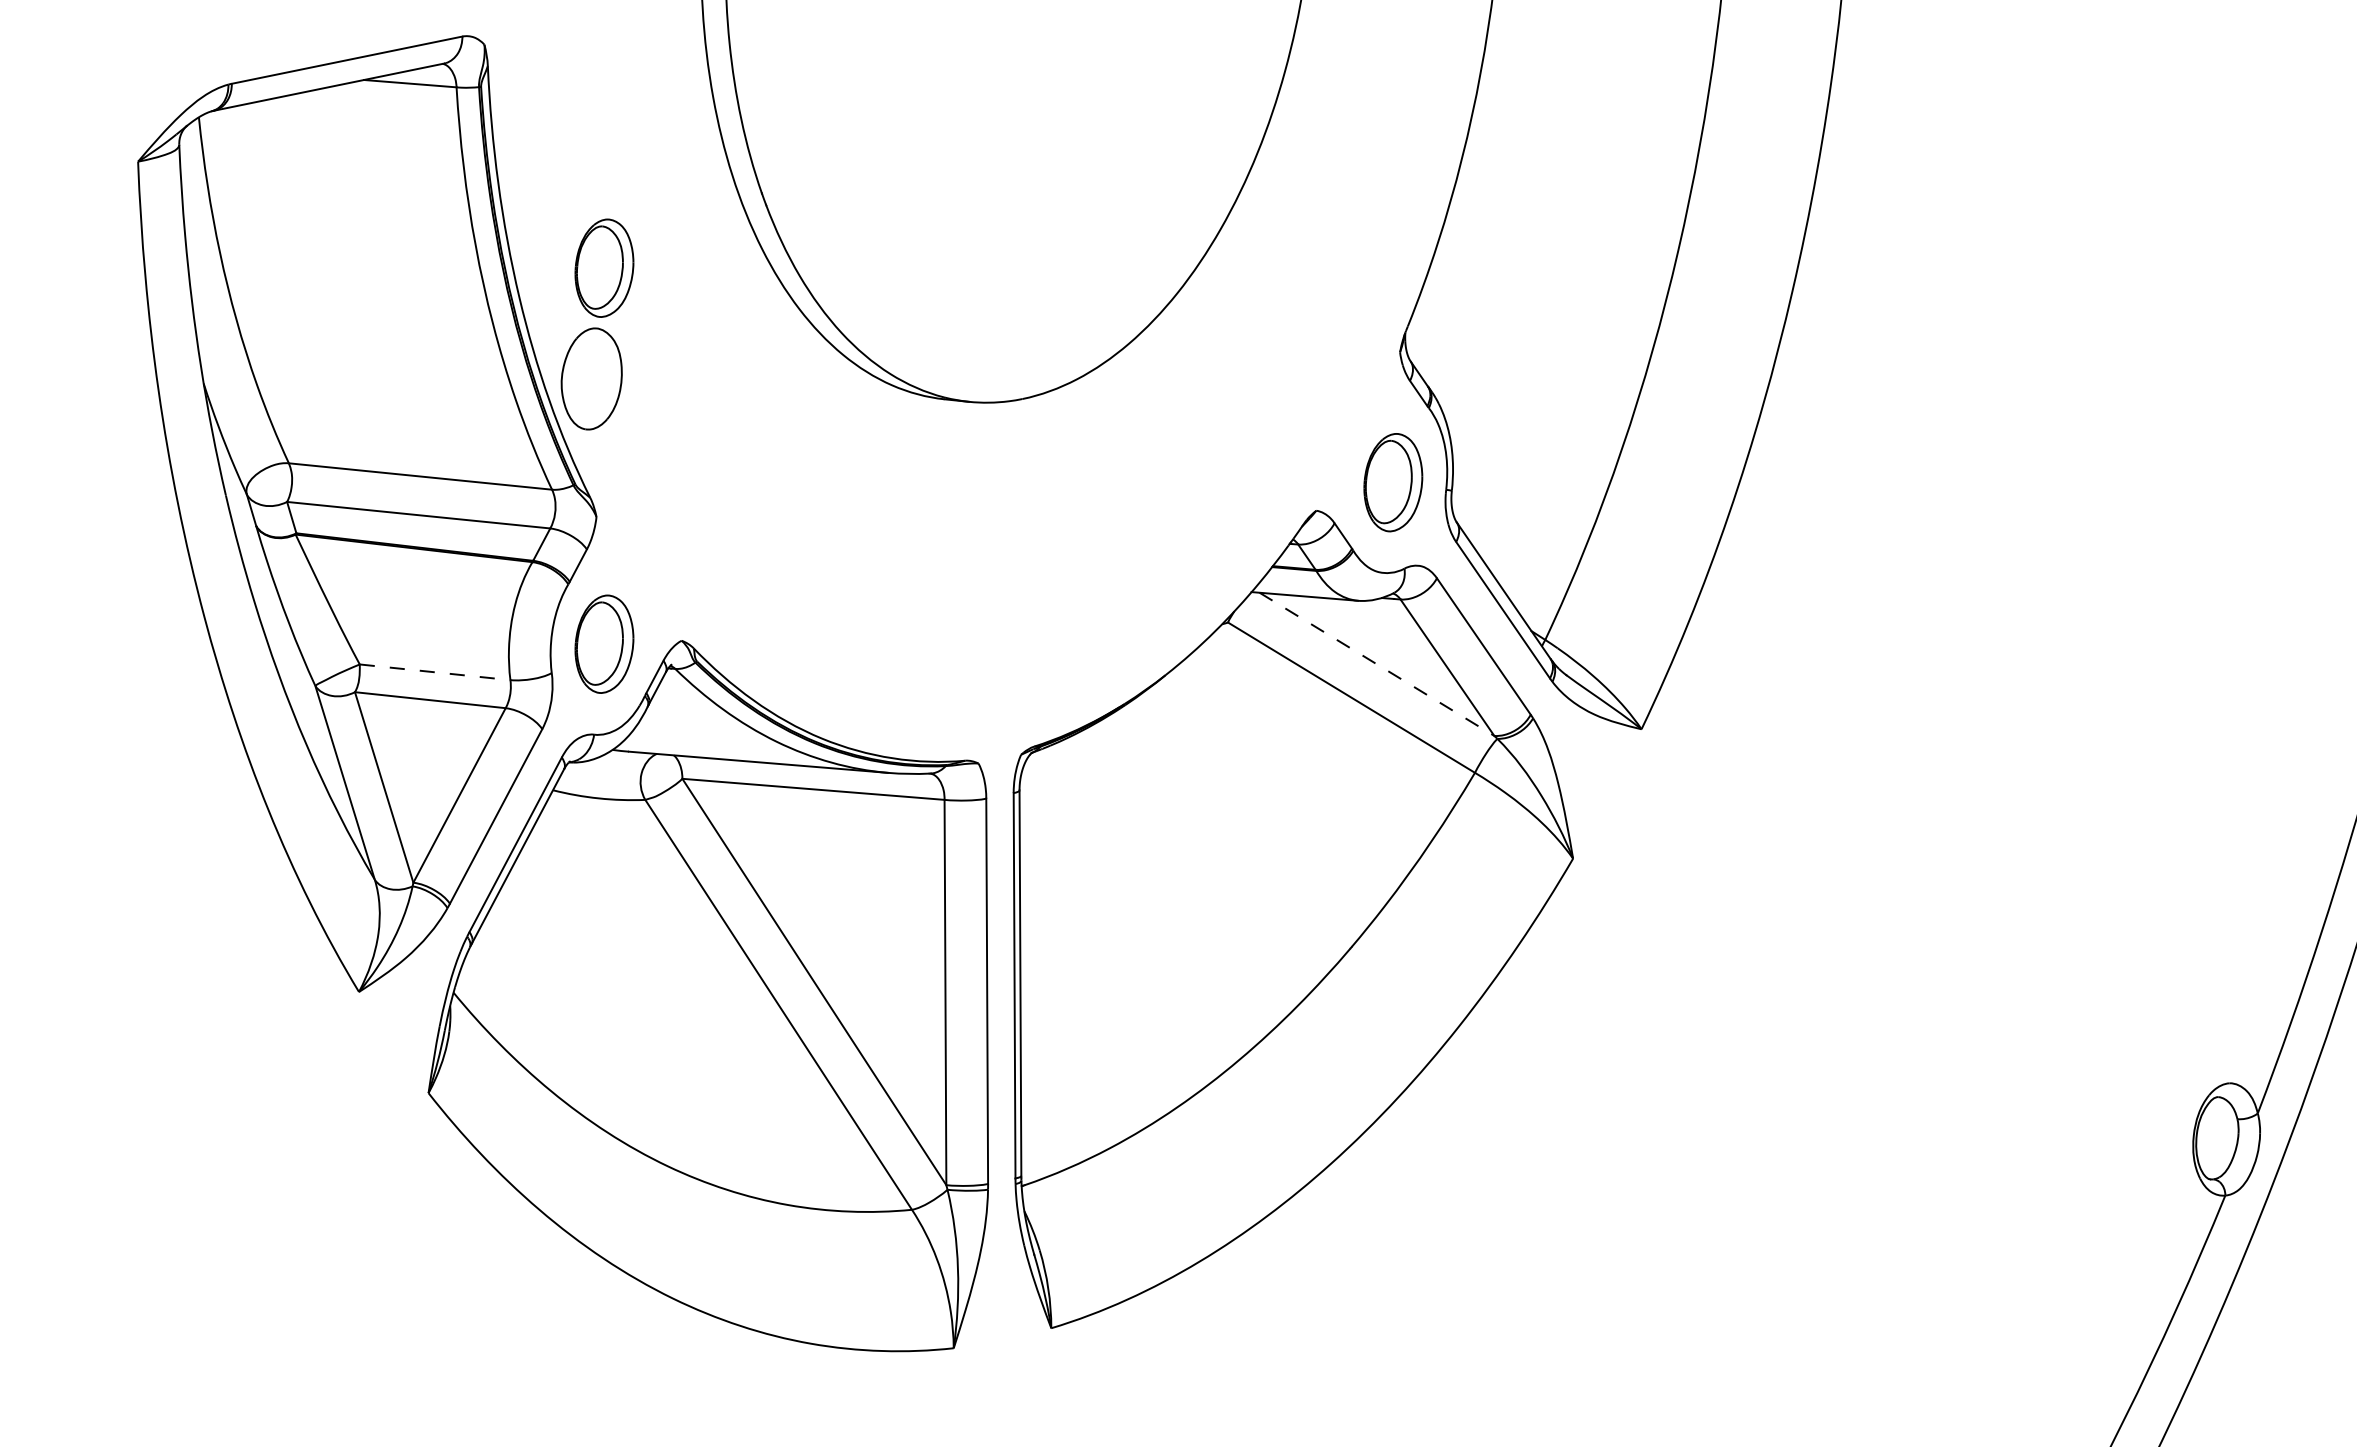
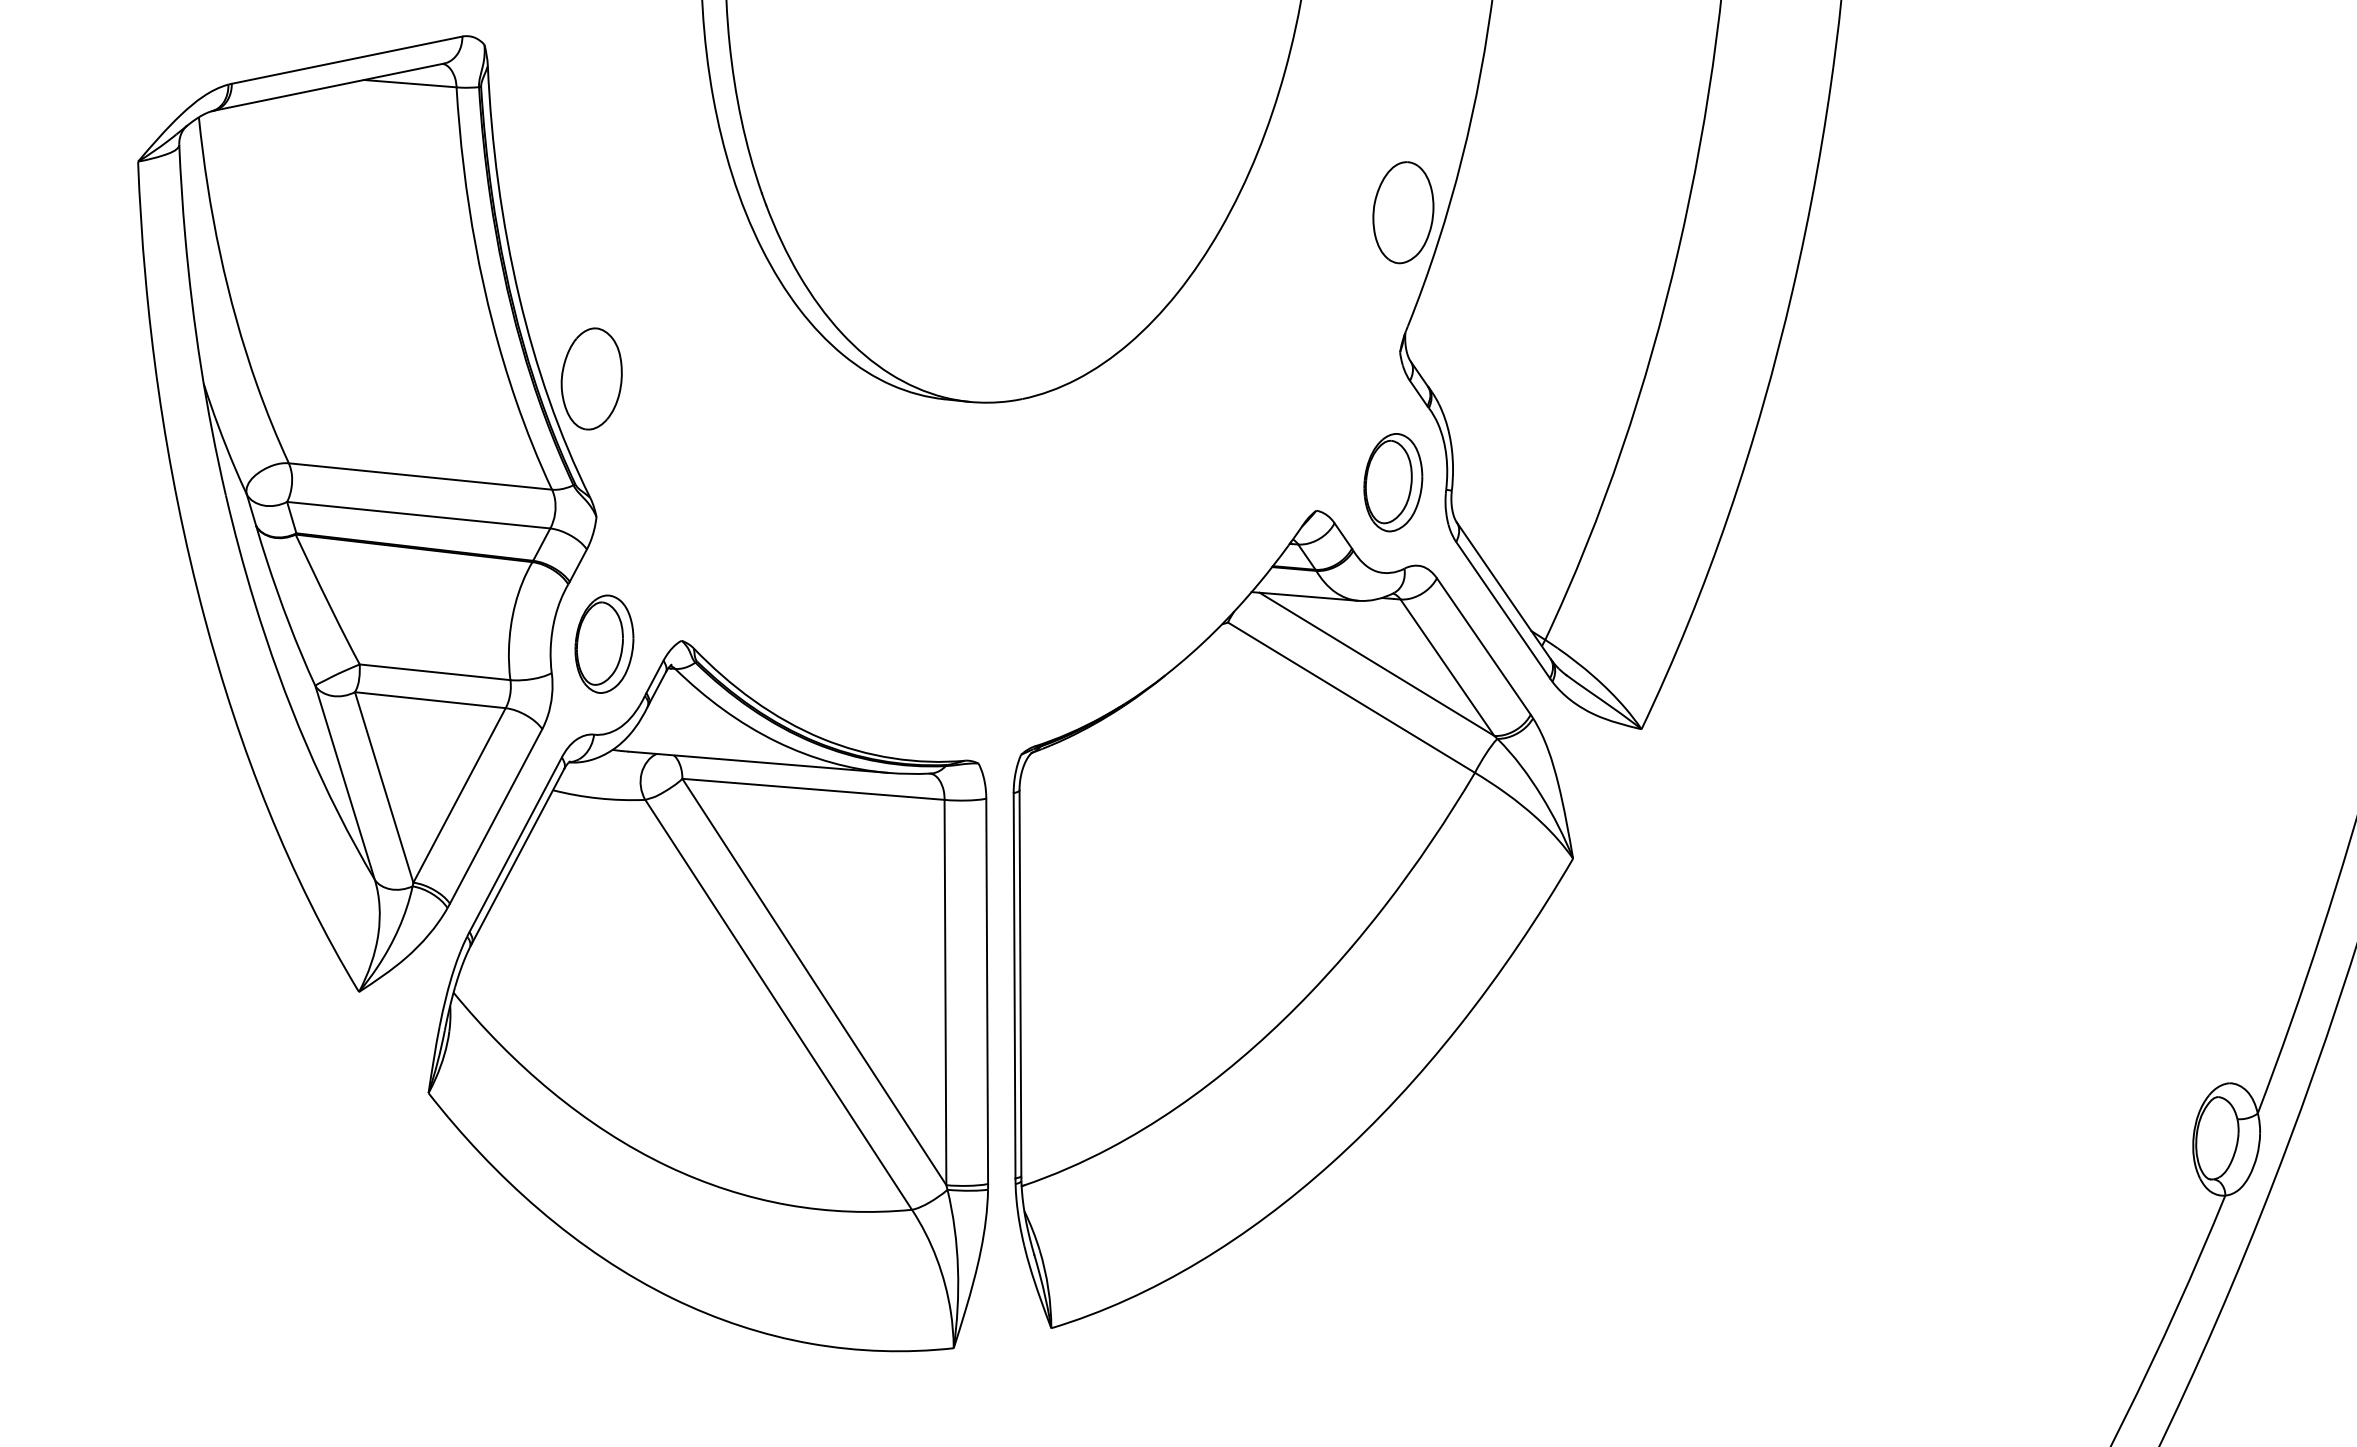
part at (1403, 212): none -> present
part at (604, 267): present -> none
line at (1377, 664): dashed -> solid
line at (435, 672): dashed -> solid
